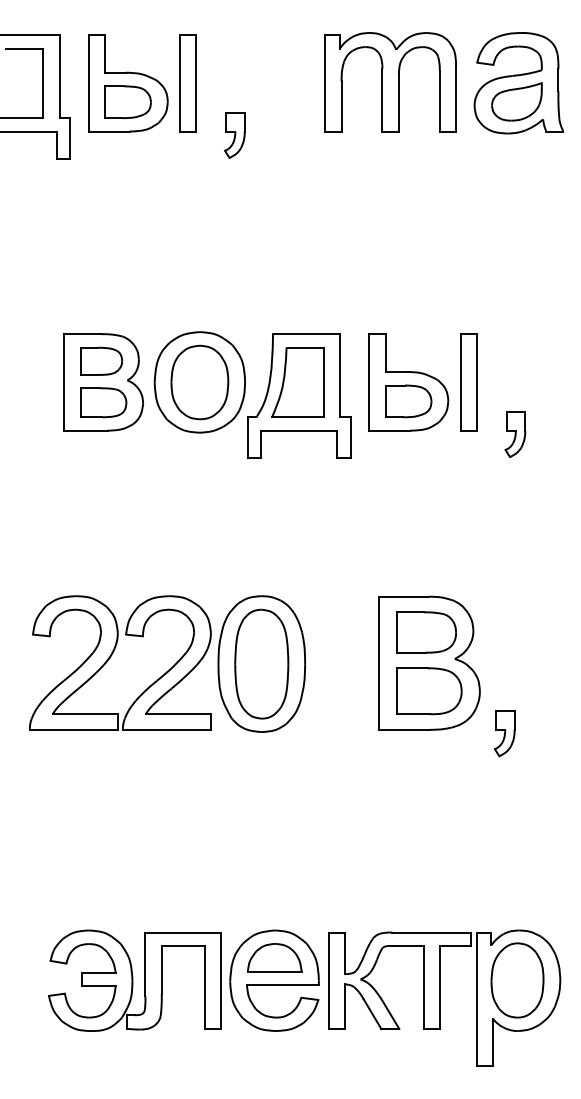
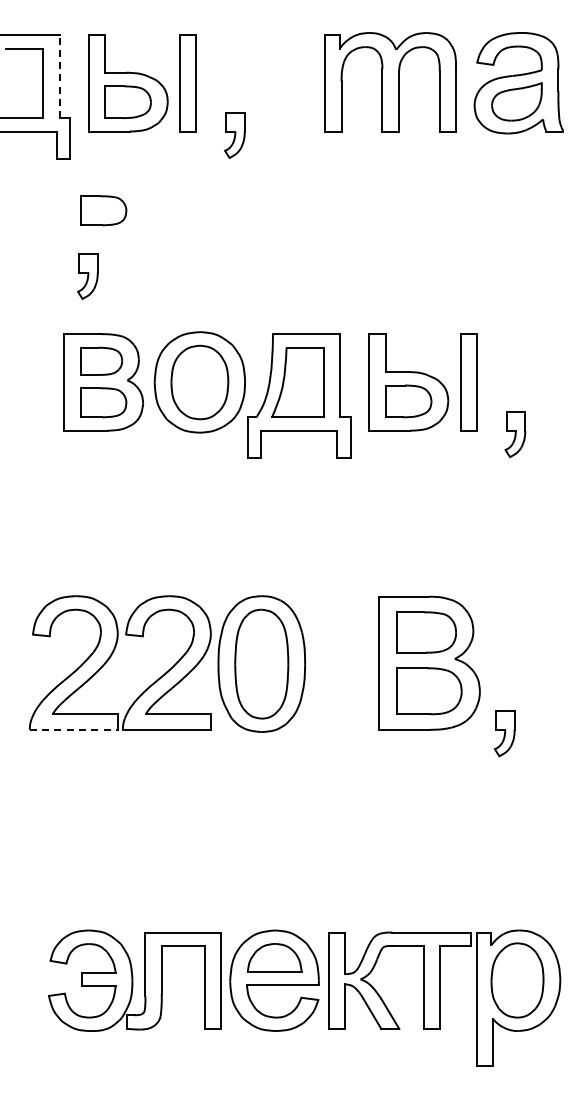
line at (59, 76): solid -> dashed
part at (103, 210): none -> present
part at (87, 276): none -> present
line at (74, 729): solid -> dashed
